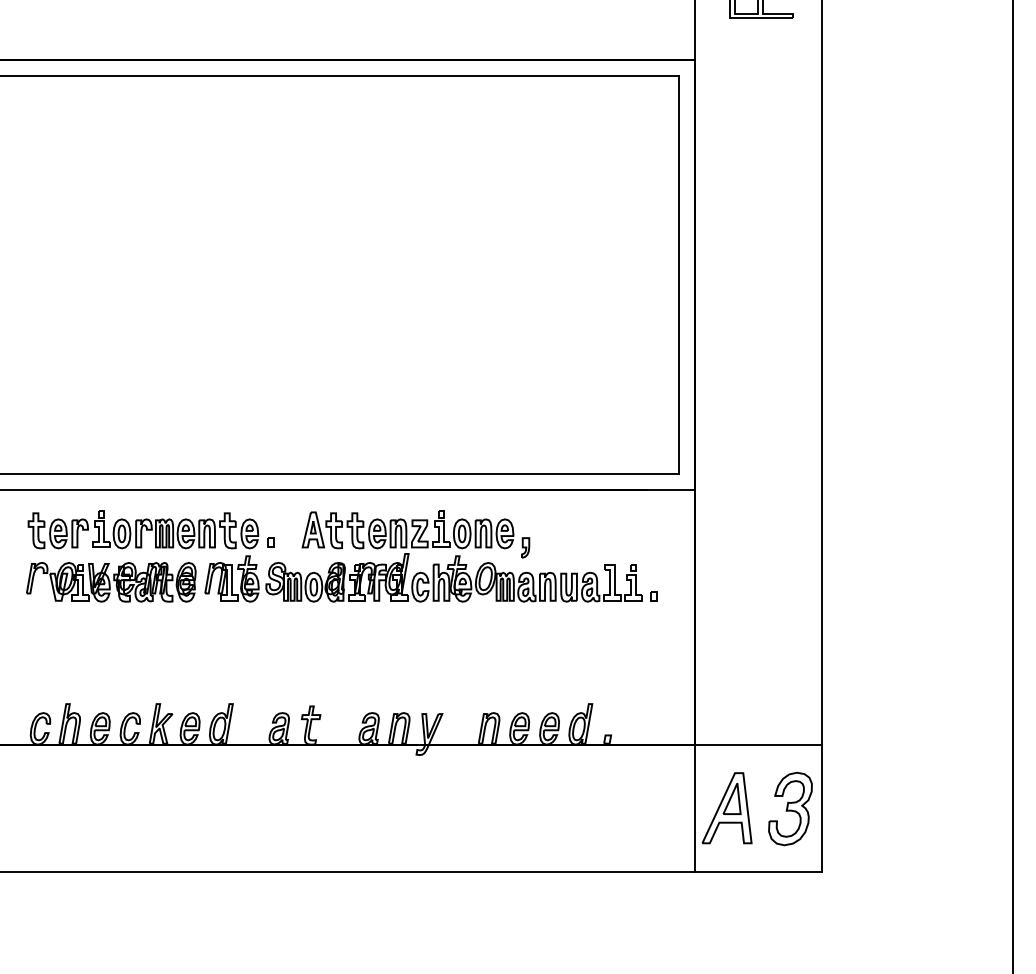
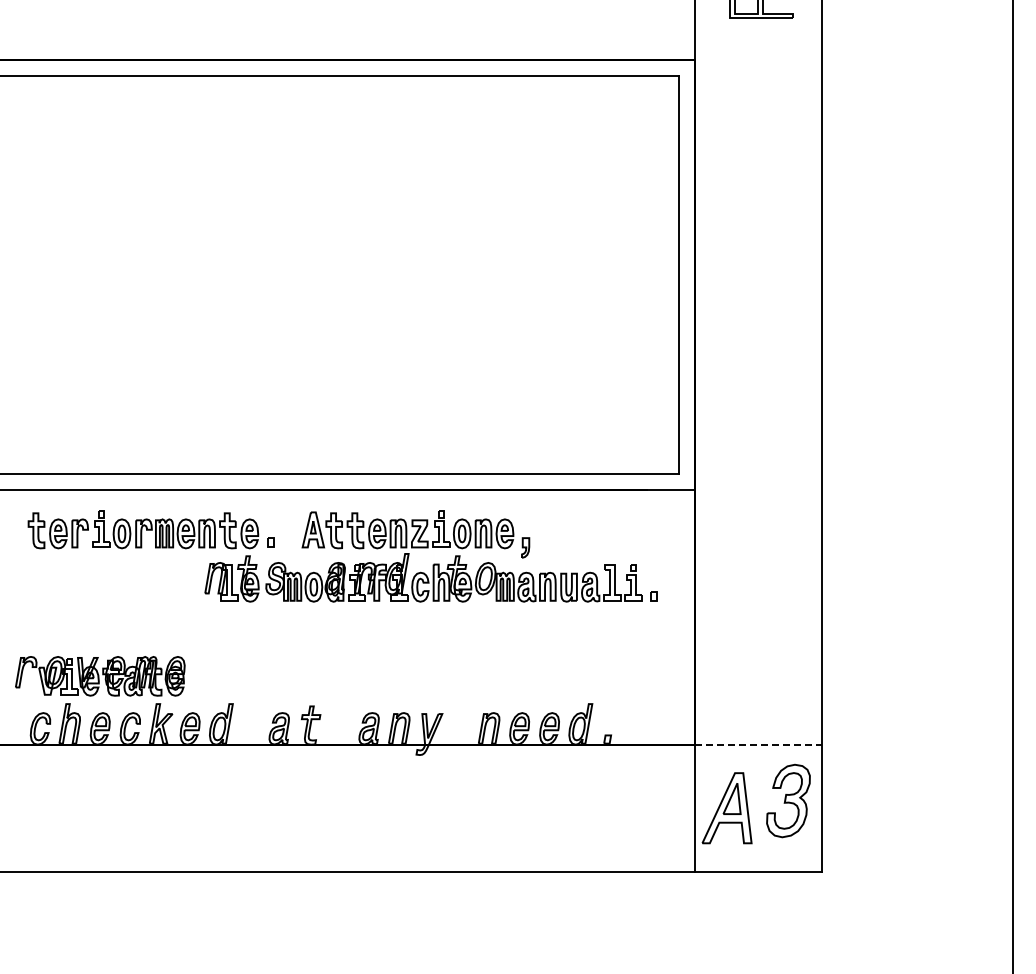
part at (111, 582) position: (111, 582) -> (100, 676)
line at (758, 744): solid -> dashed
part at (790, 808) position: (790, 808) -> (788, 800)
